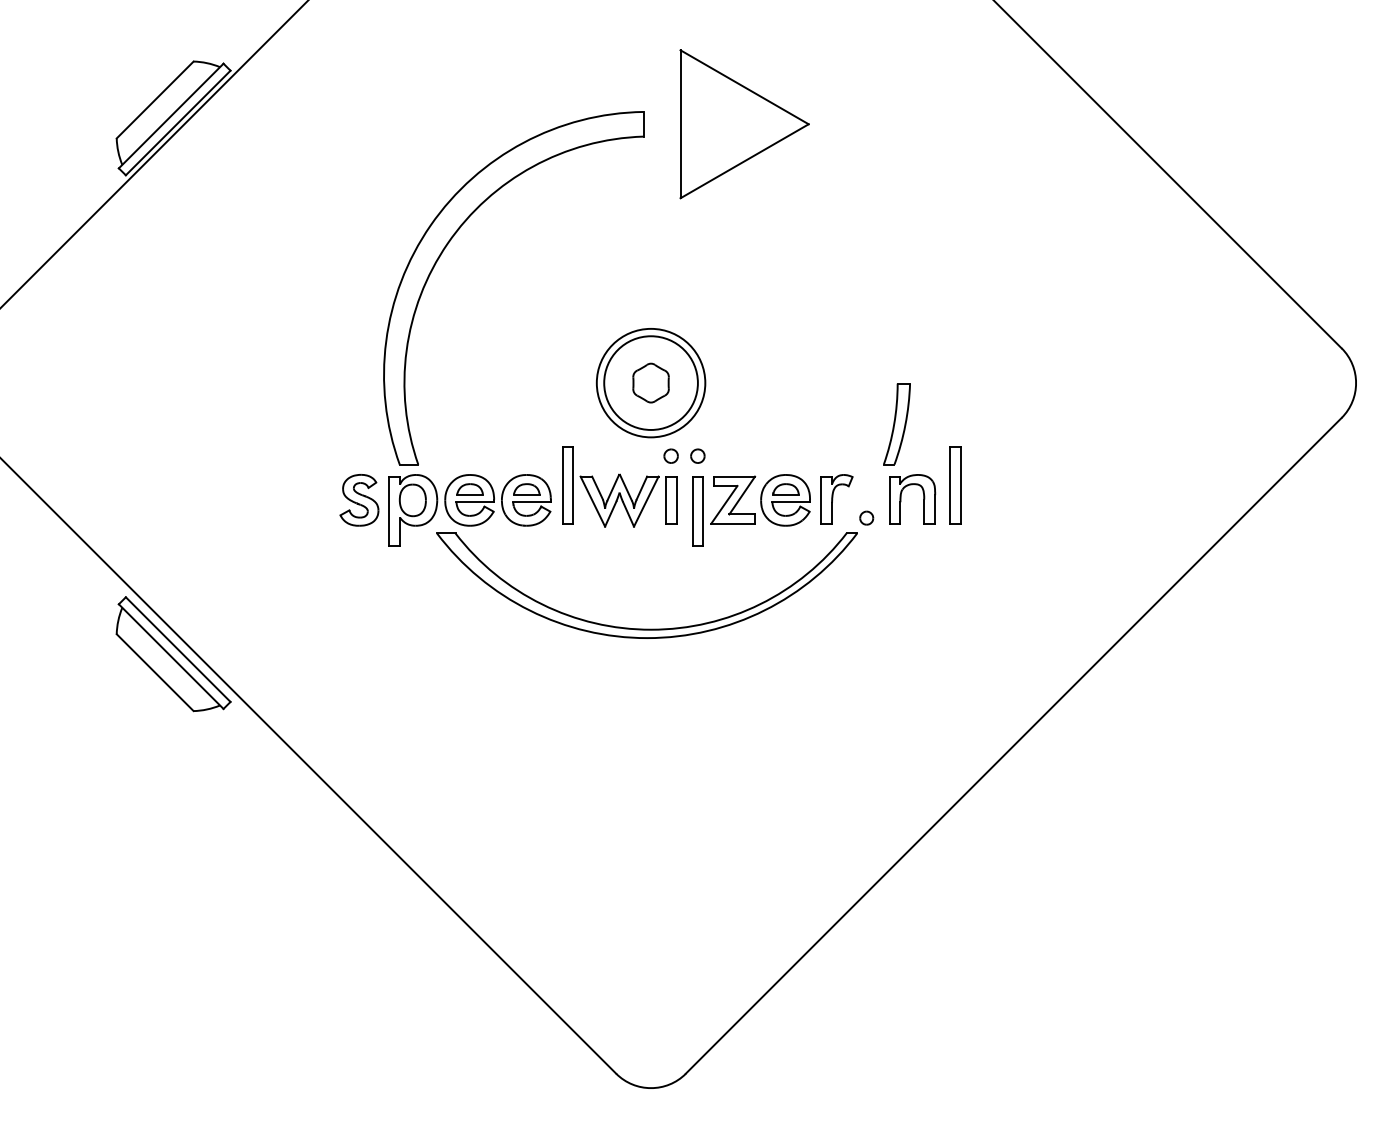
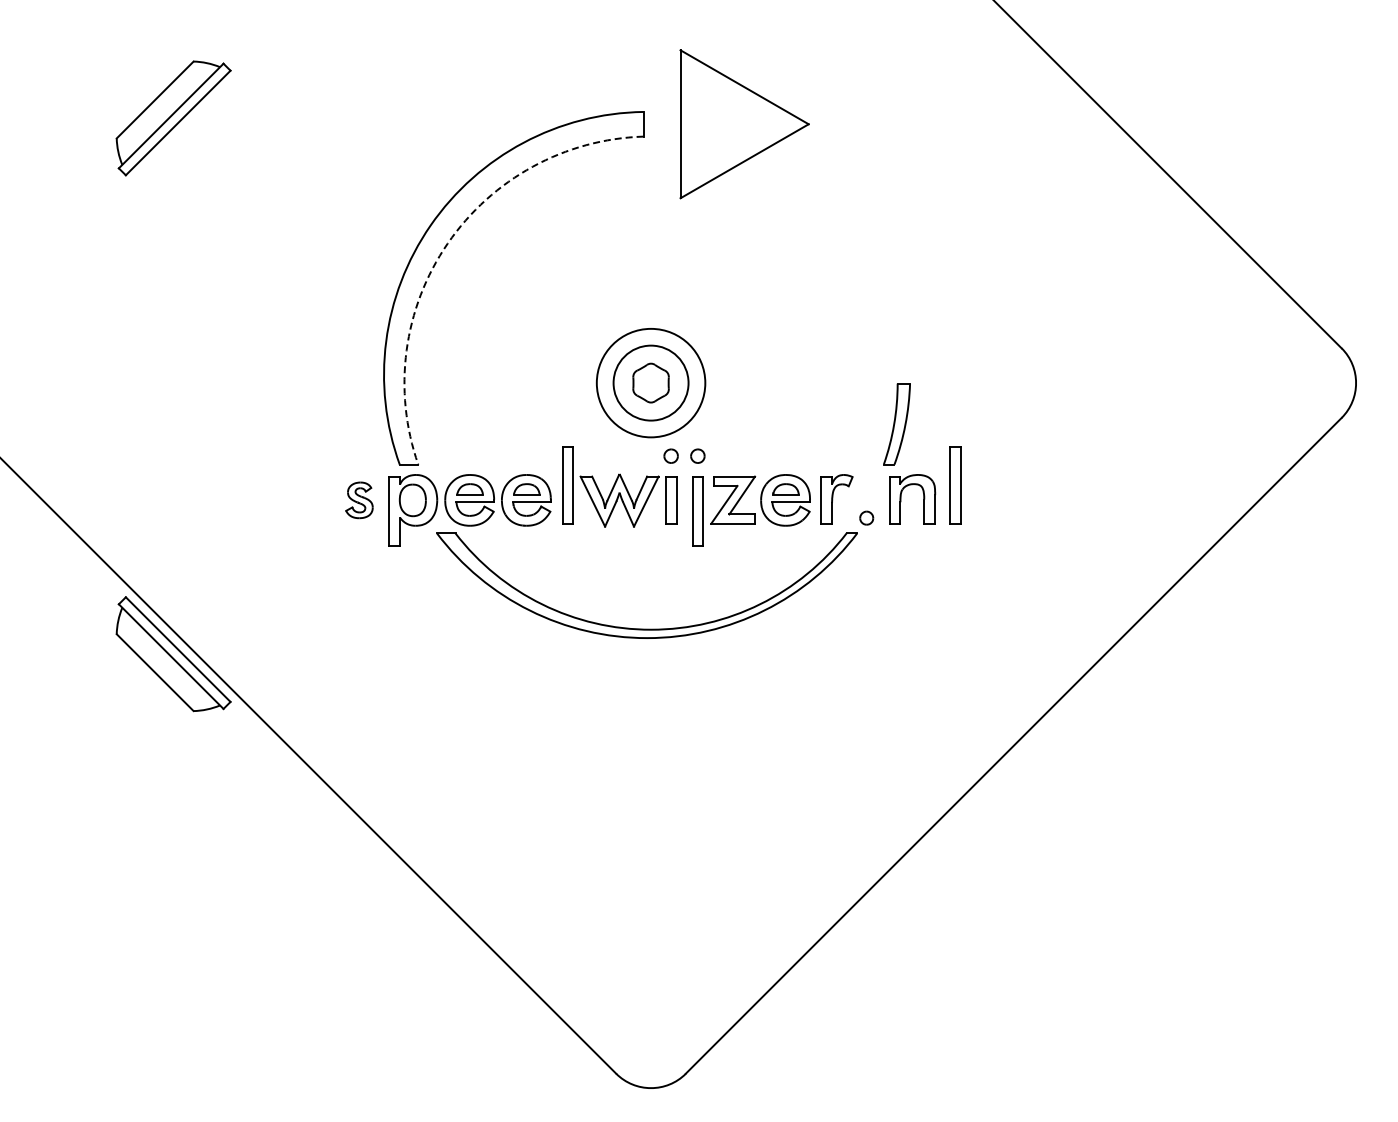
line at (154, 154): present -> none
arc at (447, 243): solid -> dashed
circle at (650, 382) diameter: 94 px -> 75 px
part at (359, 500) size: 41x53 px -> 29x39 px
